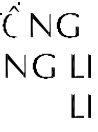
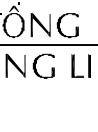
fill at (16, 25): none -> present
line at (48, 45): none -> present
part at (80, 105): present -> none
